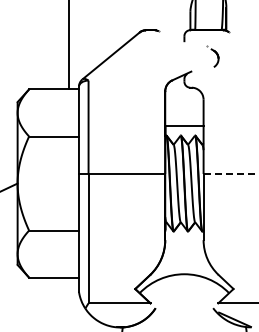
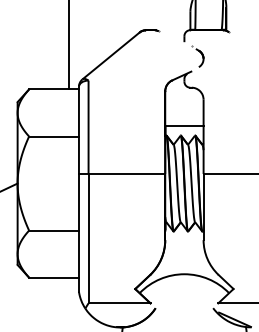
part at (212, 56) position: (212, 56) -> (197, 56)
line at (231, 173): dashed -> solid
